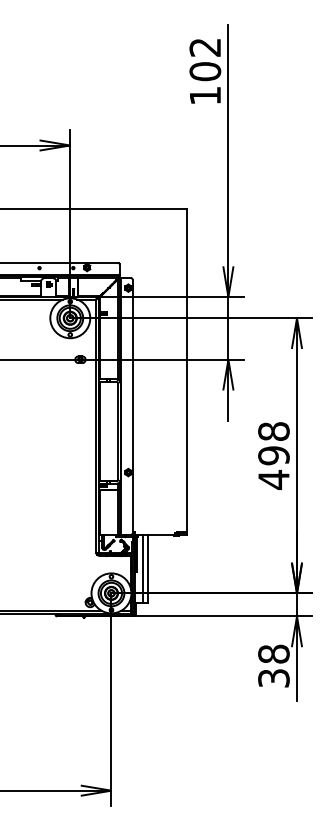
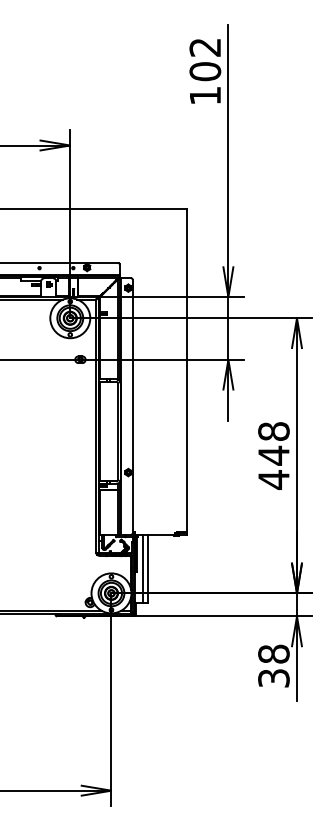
text at (273, 455): 498 -> 448
